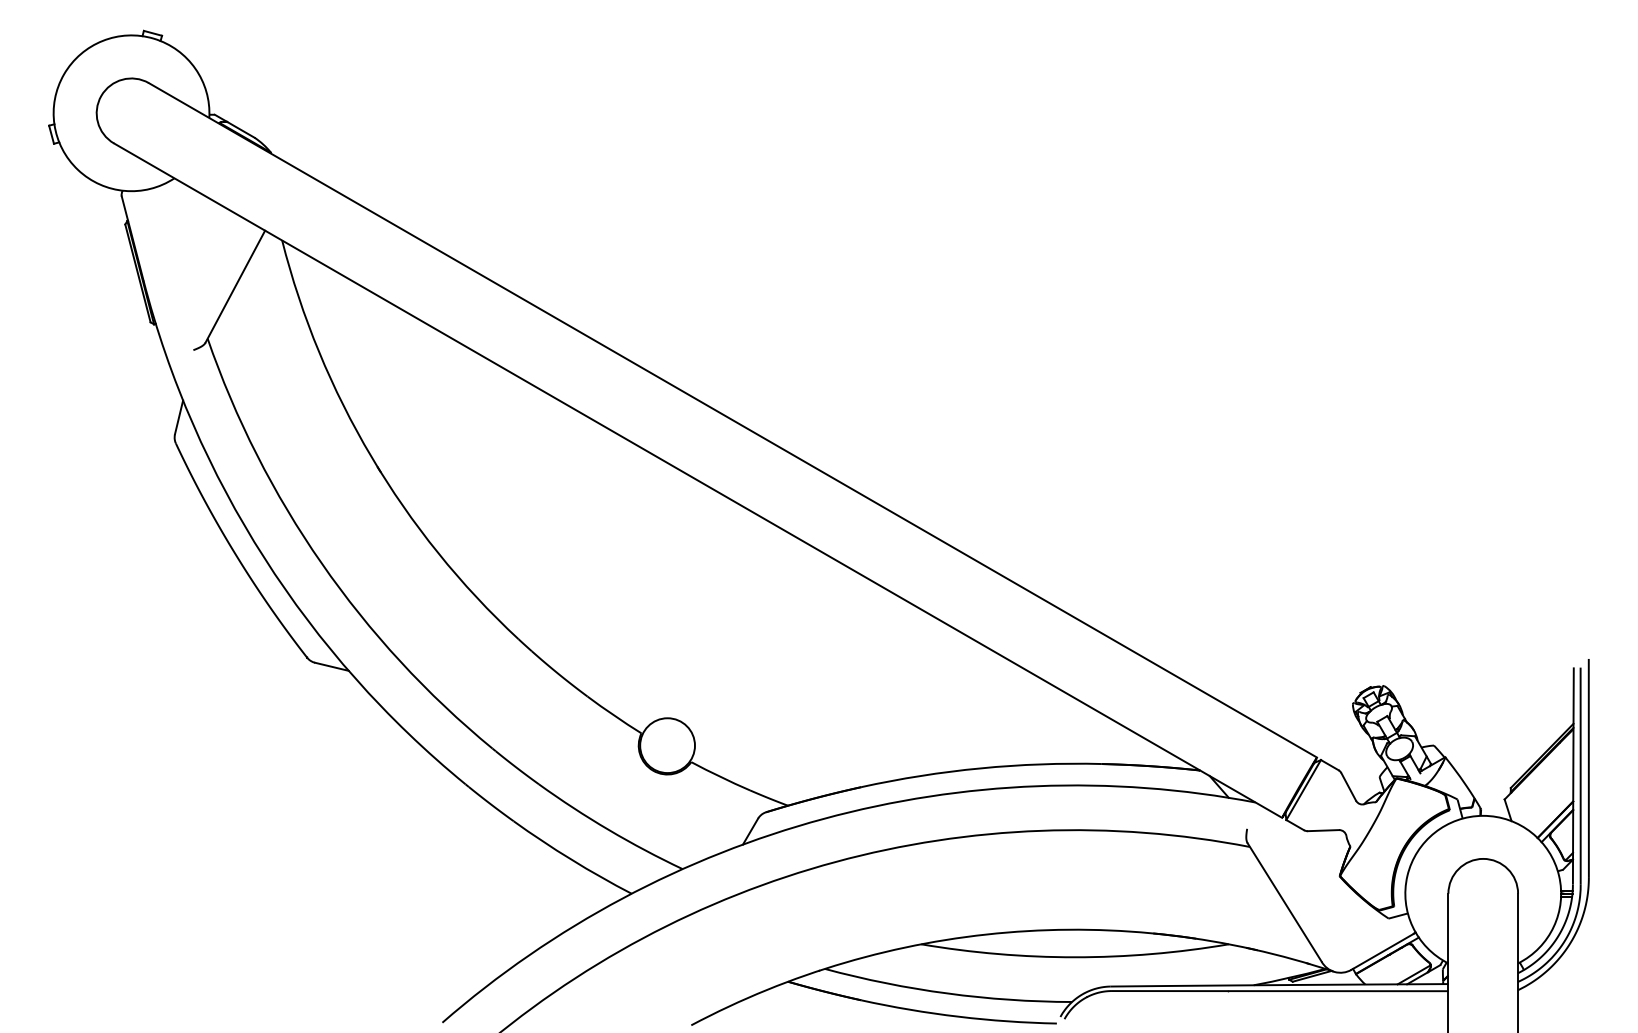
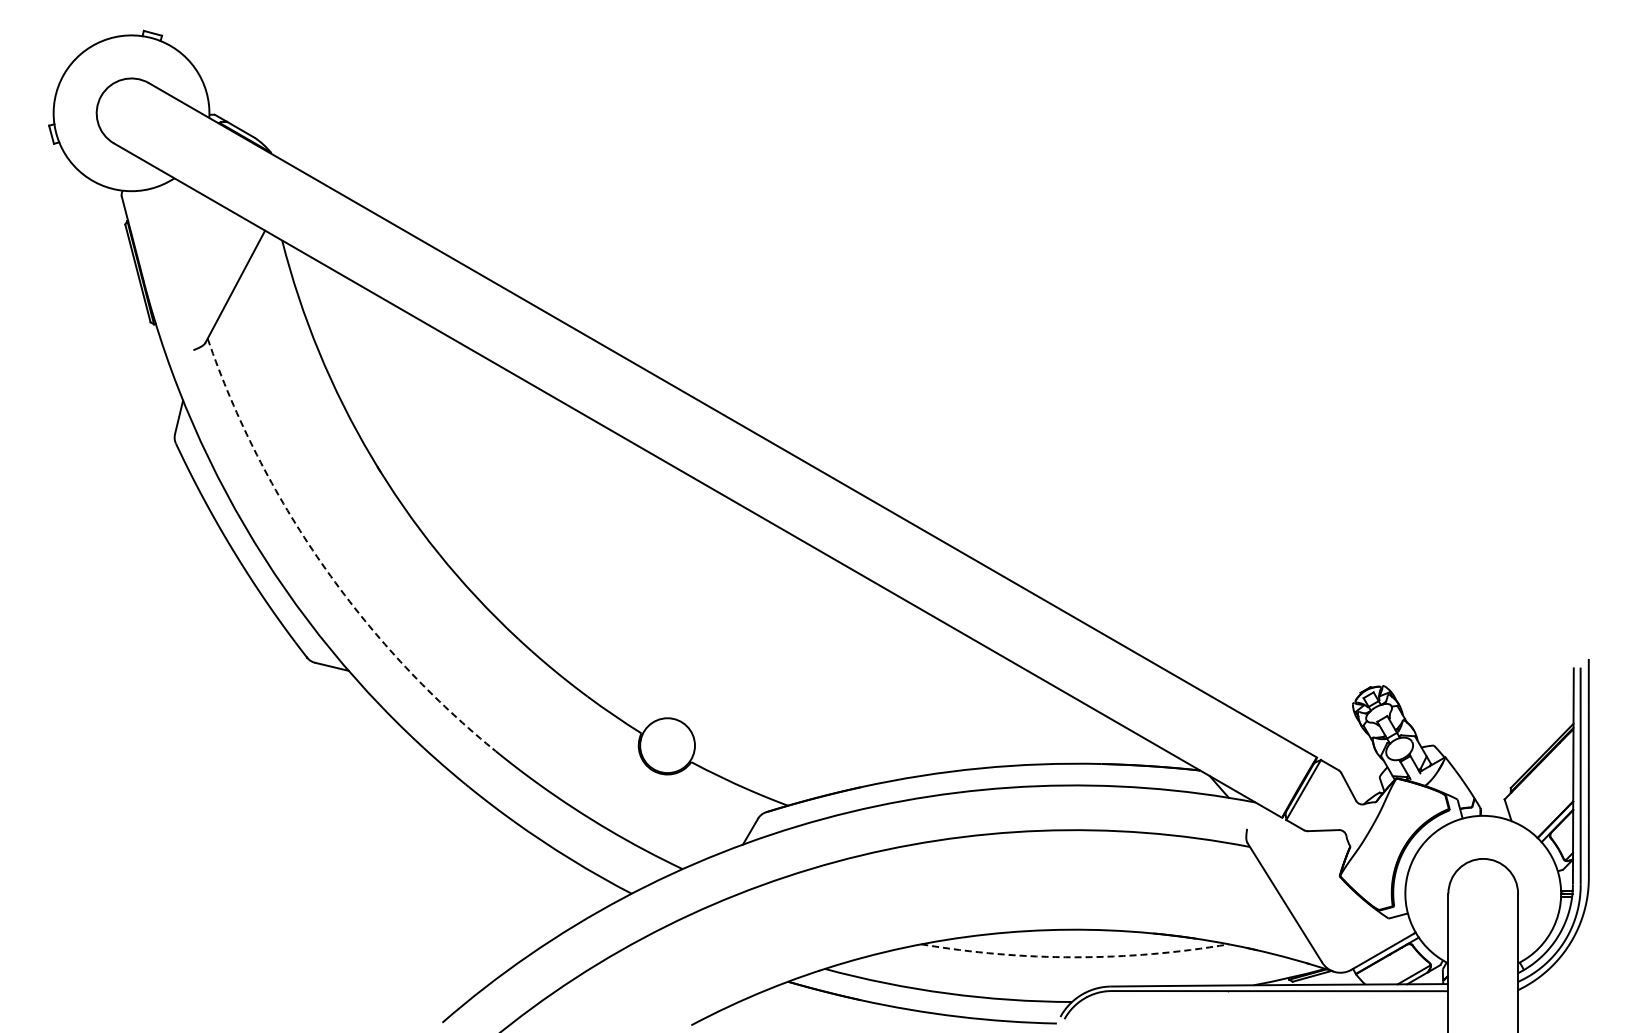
arc at (321, 563): solid -> dashed
arc at (1075, 957): solid -> dashed
